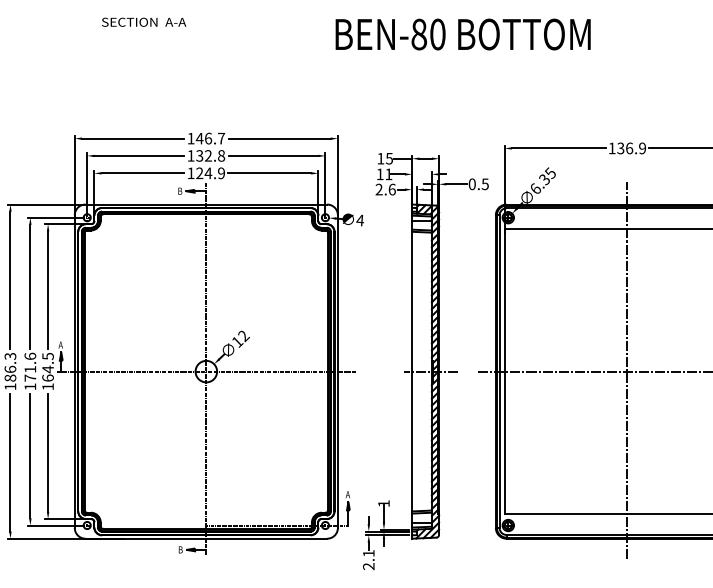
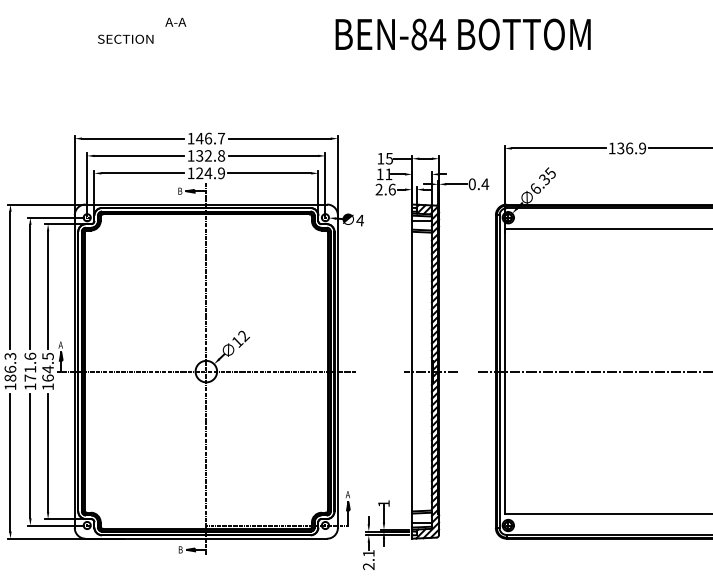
text at (129, 21) position: (129, 21) -> (125, 38)
text at (437, 34): BEN-80 -> BEN-84
text at (485, 184): 0.5 -> 0.4
line at (627, 370): present -> none
